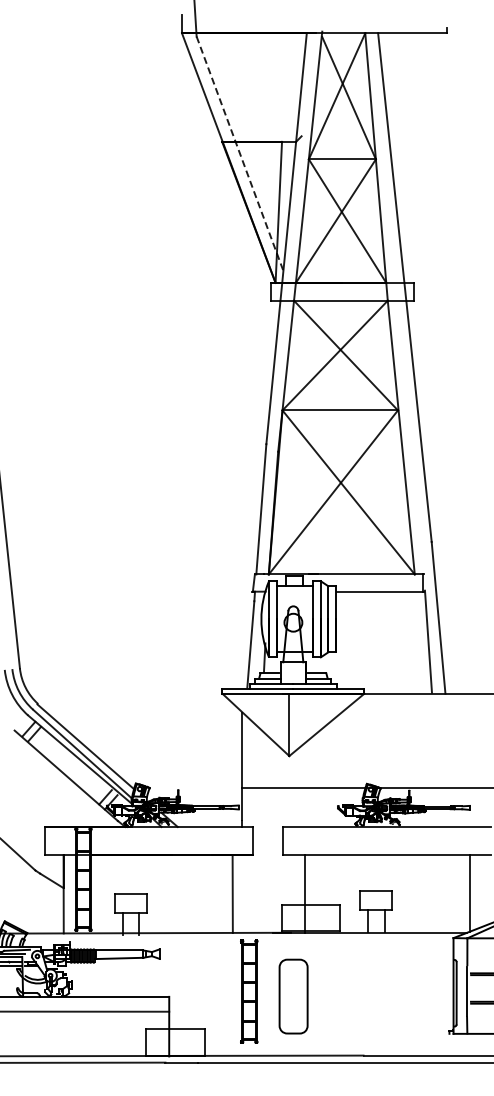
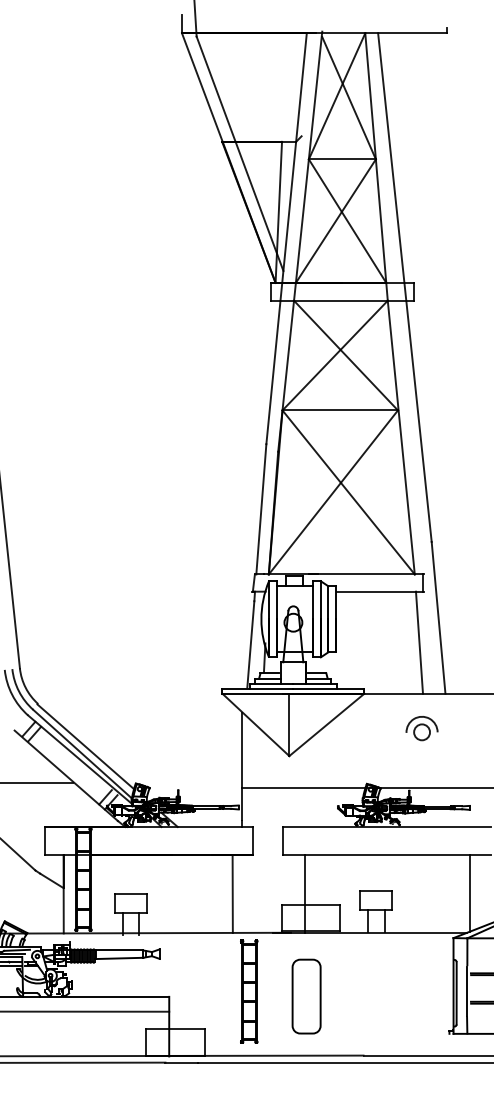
line at (240, 153): dashed -> solid
line at (427, 641) position: (427, 641) -> (418, 642)
part at (421, 728): none -> present
line at (37, 782): none -> present
part at (293, 996) position: (293, 996) -> (306, 996)
